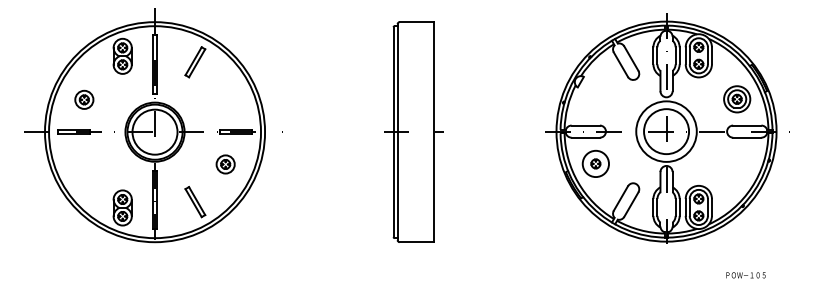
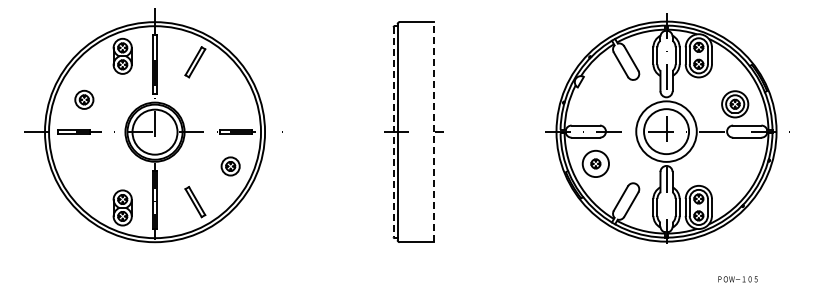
part at (737, 99) position: (737, 99) -> (735, 104)
line at (433, 131): solid -> dashed
line at (393, 132): solid -> dashed
part at (225, 164) position: (225, 164) -> (230, 166)
text at (745, 275) position: (745, 275) -> (737, 279)
